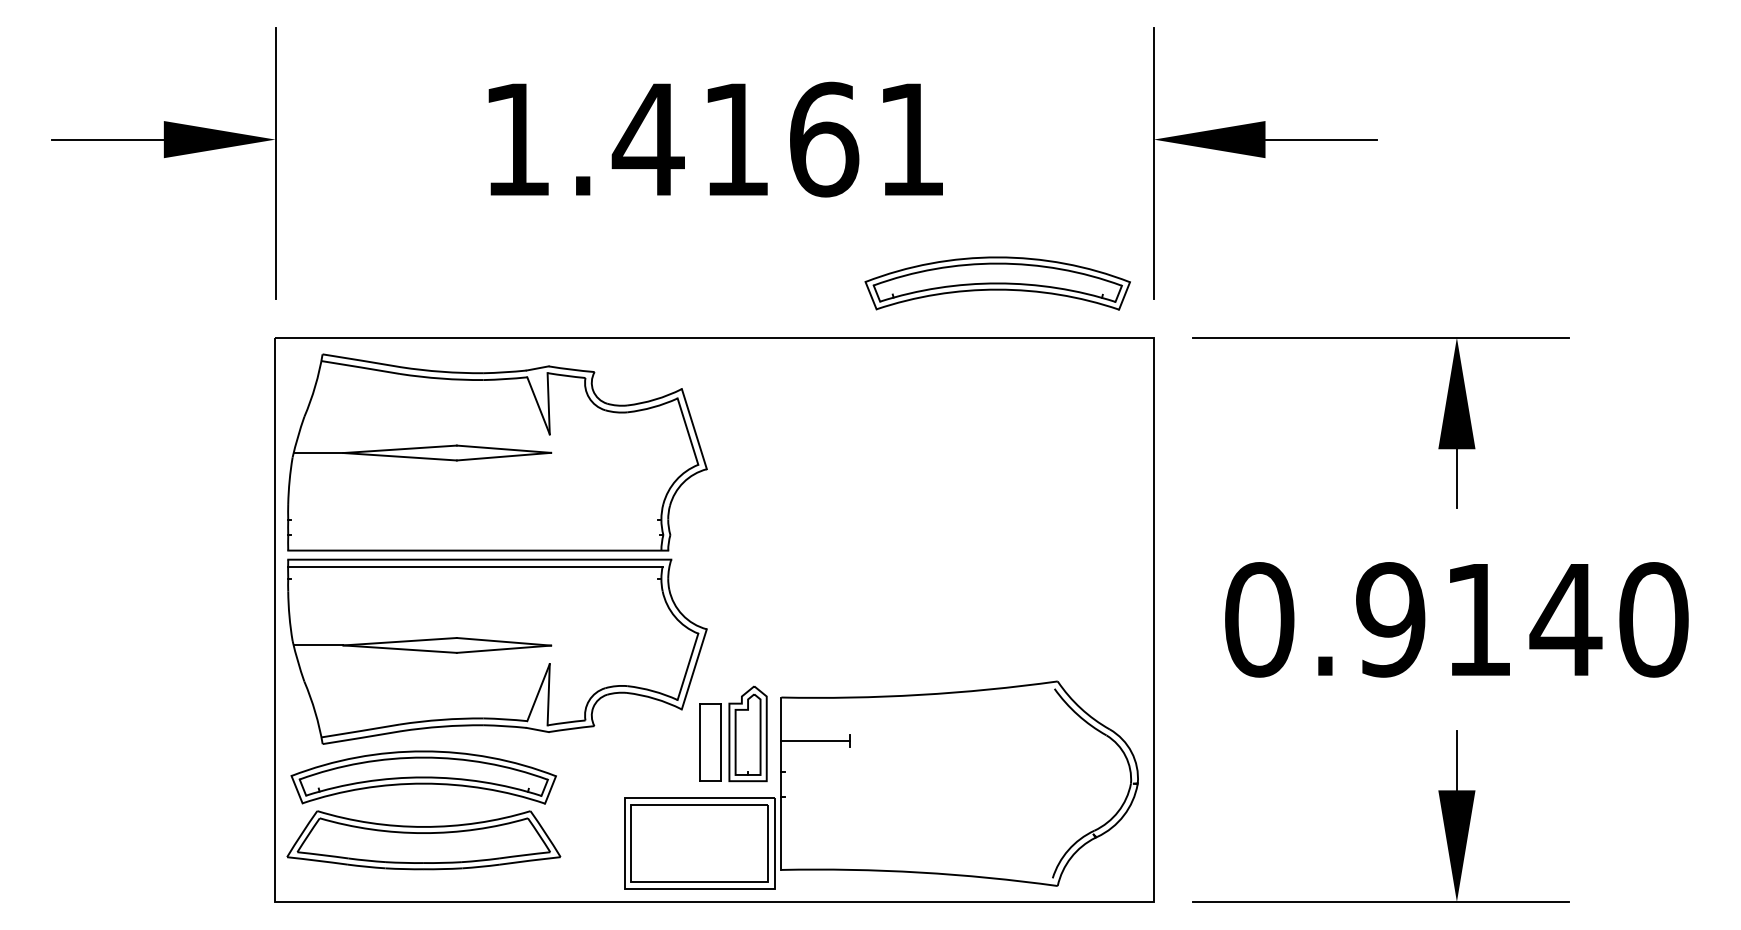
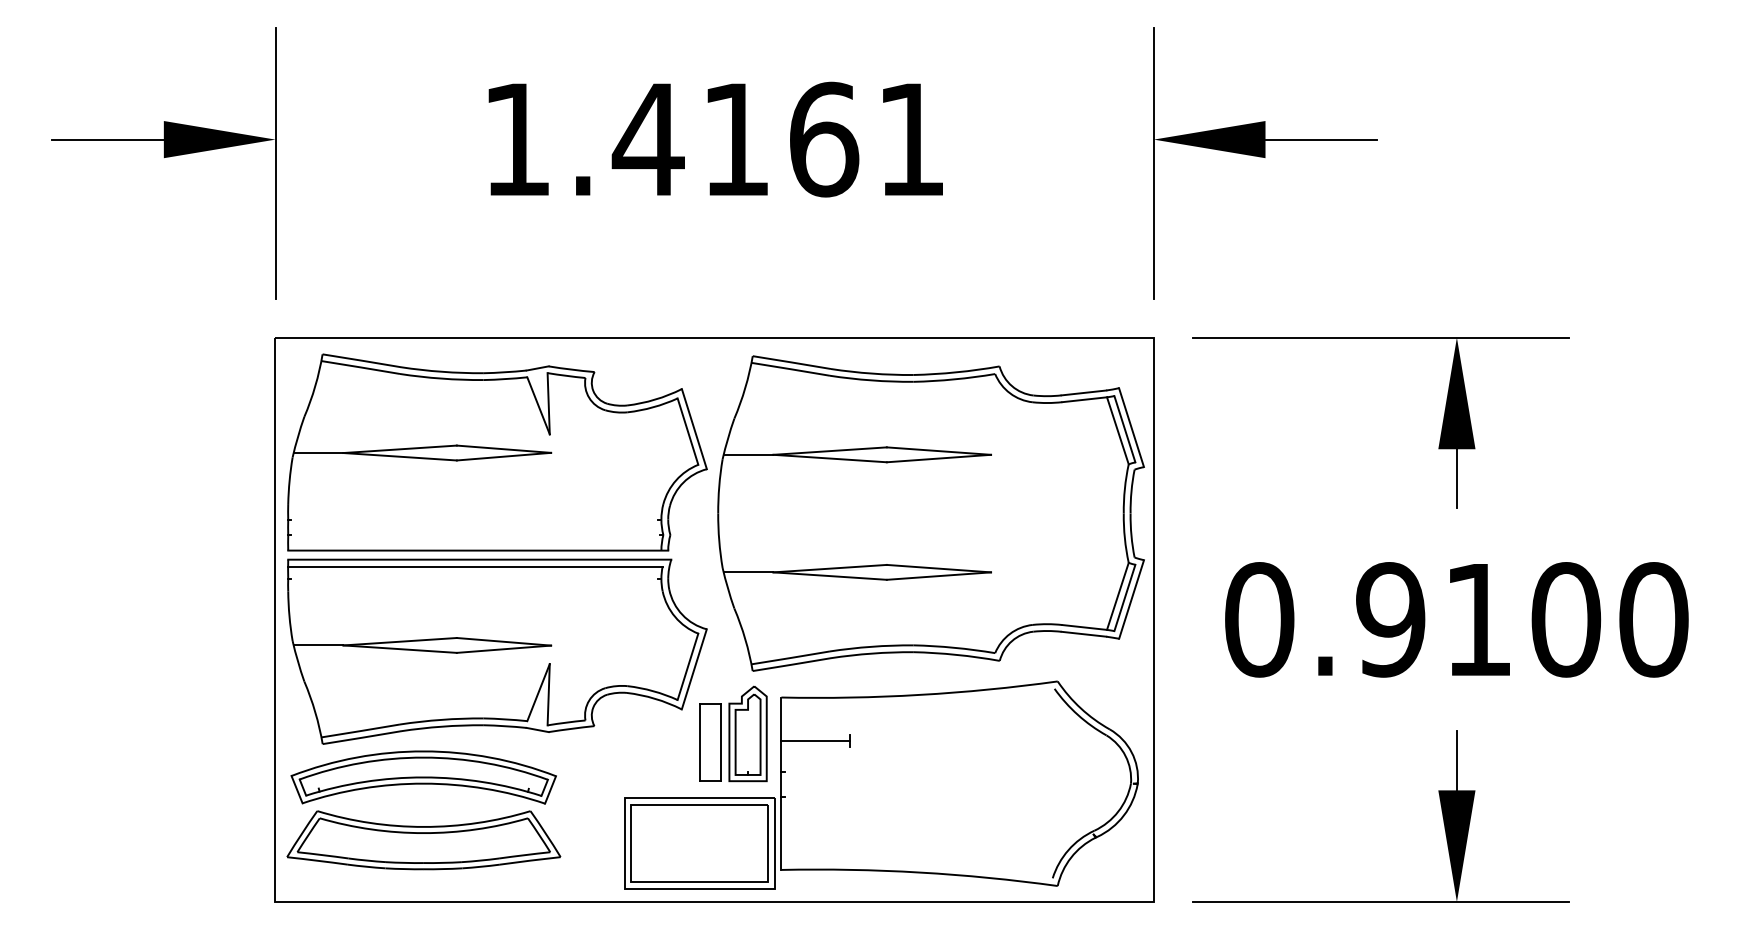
part at (997, 283): present -> none
part at (930, 513): none -> present
text at (1565, 619): 0.9140 -> 0.9100
